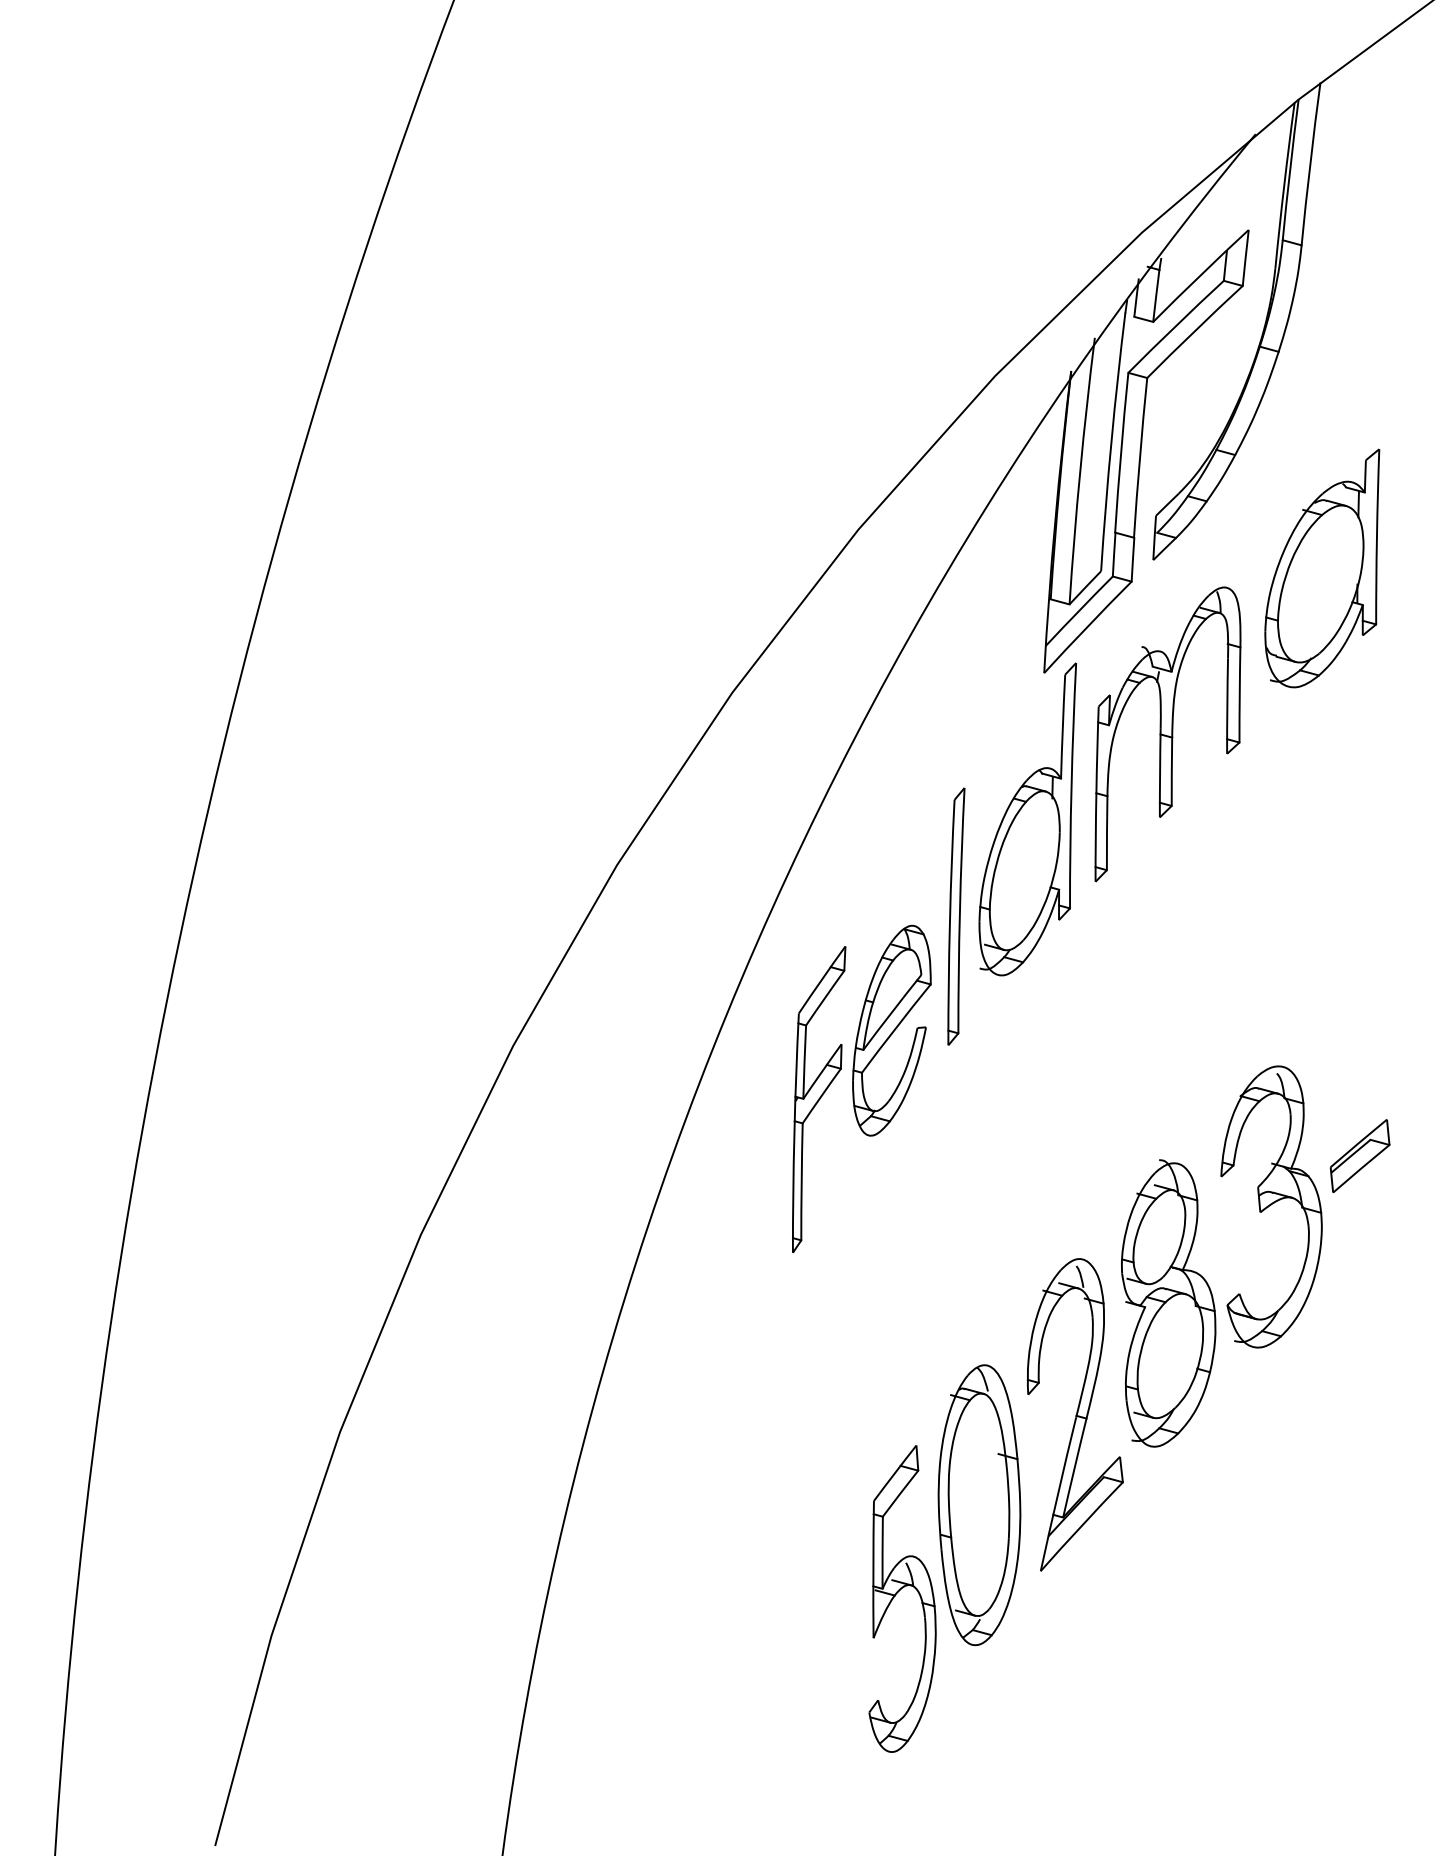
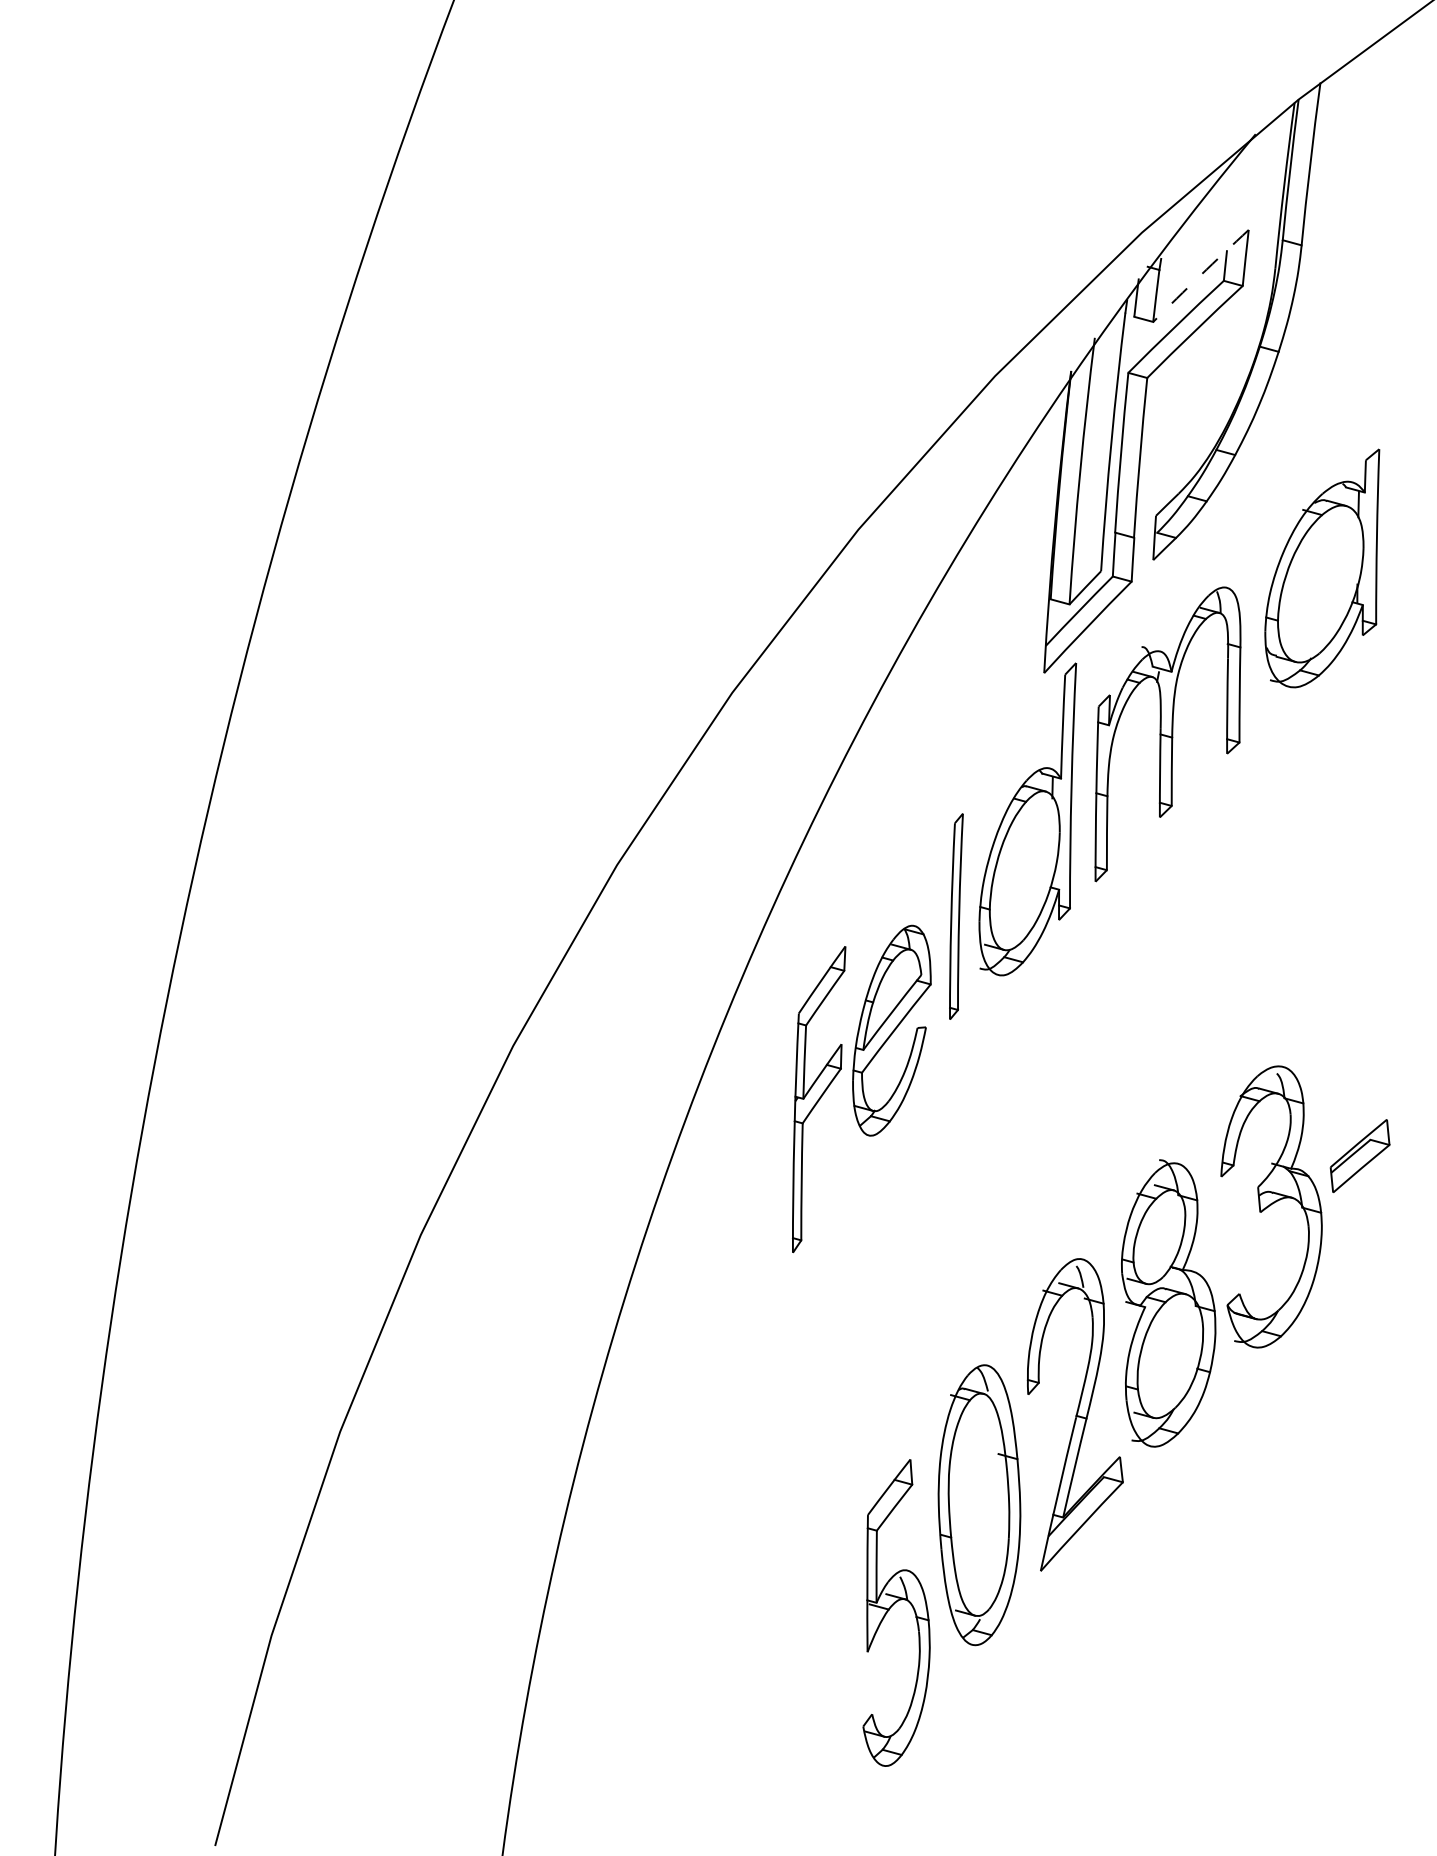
arc at (1200, 275): solid -> dashed
part at (956, 916) size: 19x259 px -> 15x207 px
part at (897, 1593) position: (897, 1593) -> (891, 1607)
